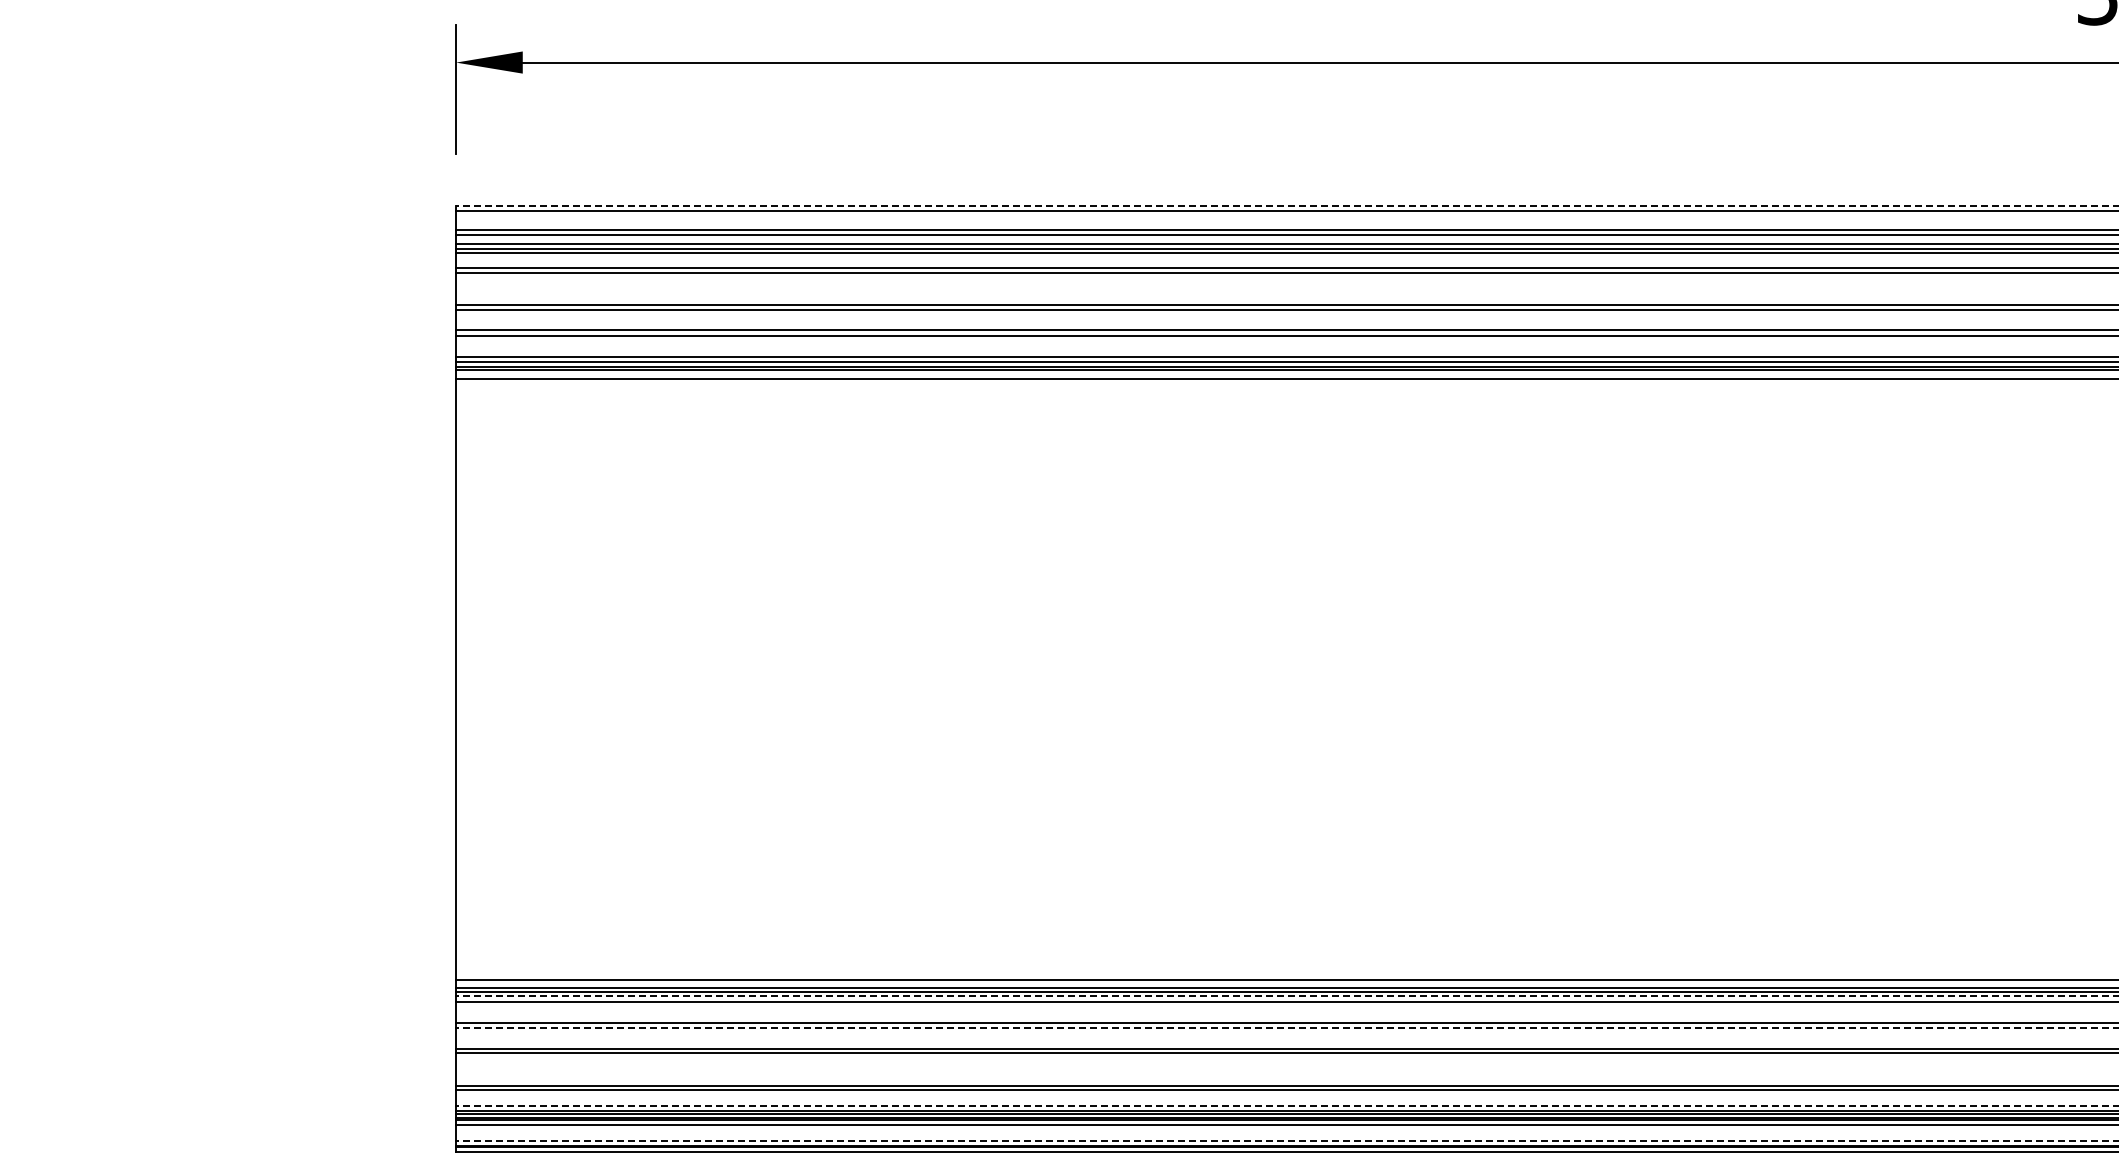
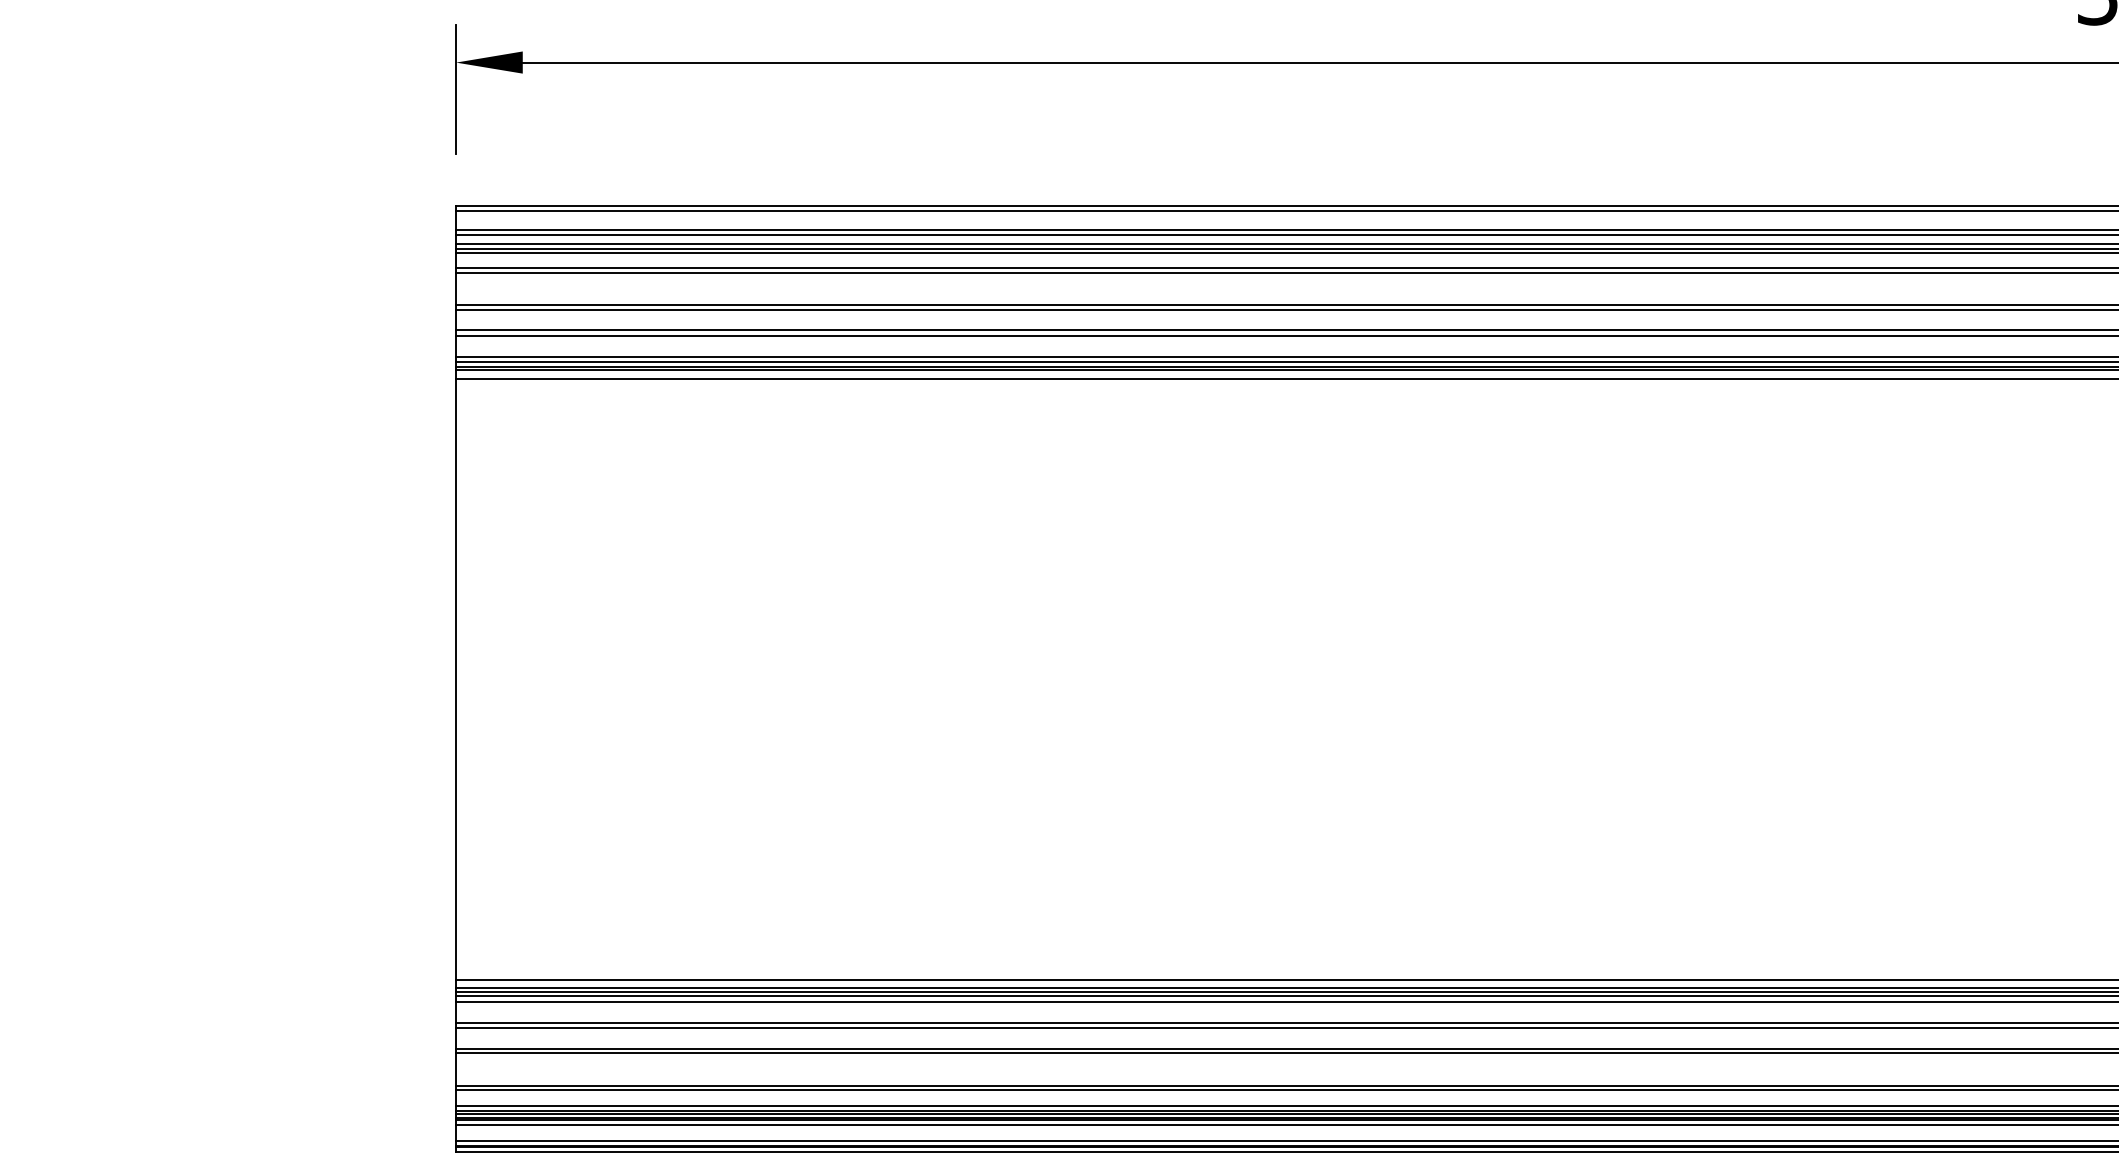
line at (1287, 206): dashed -> solid
line at (1287, 996): dashed -> solid
line at (1287, 1028): dashed -> solid
line at (1287, 1106): dashed -> solid
line at (1287, 1140): dashed -> solid
